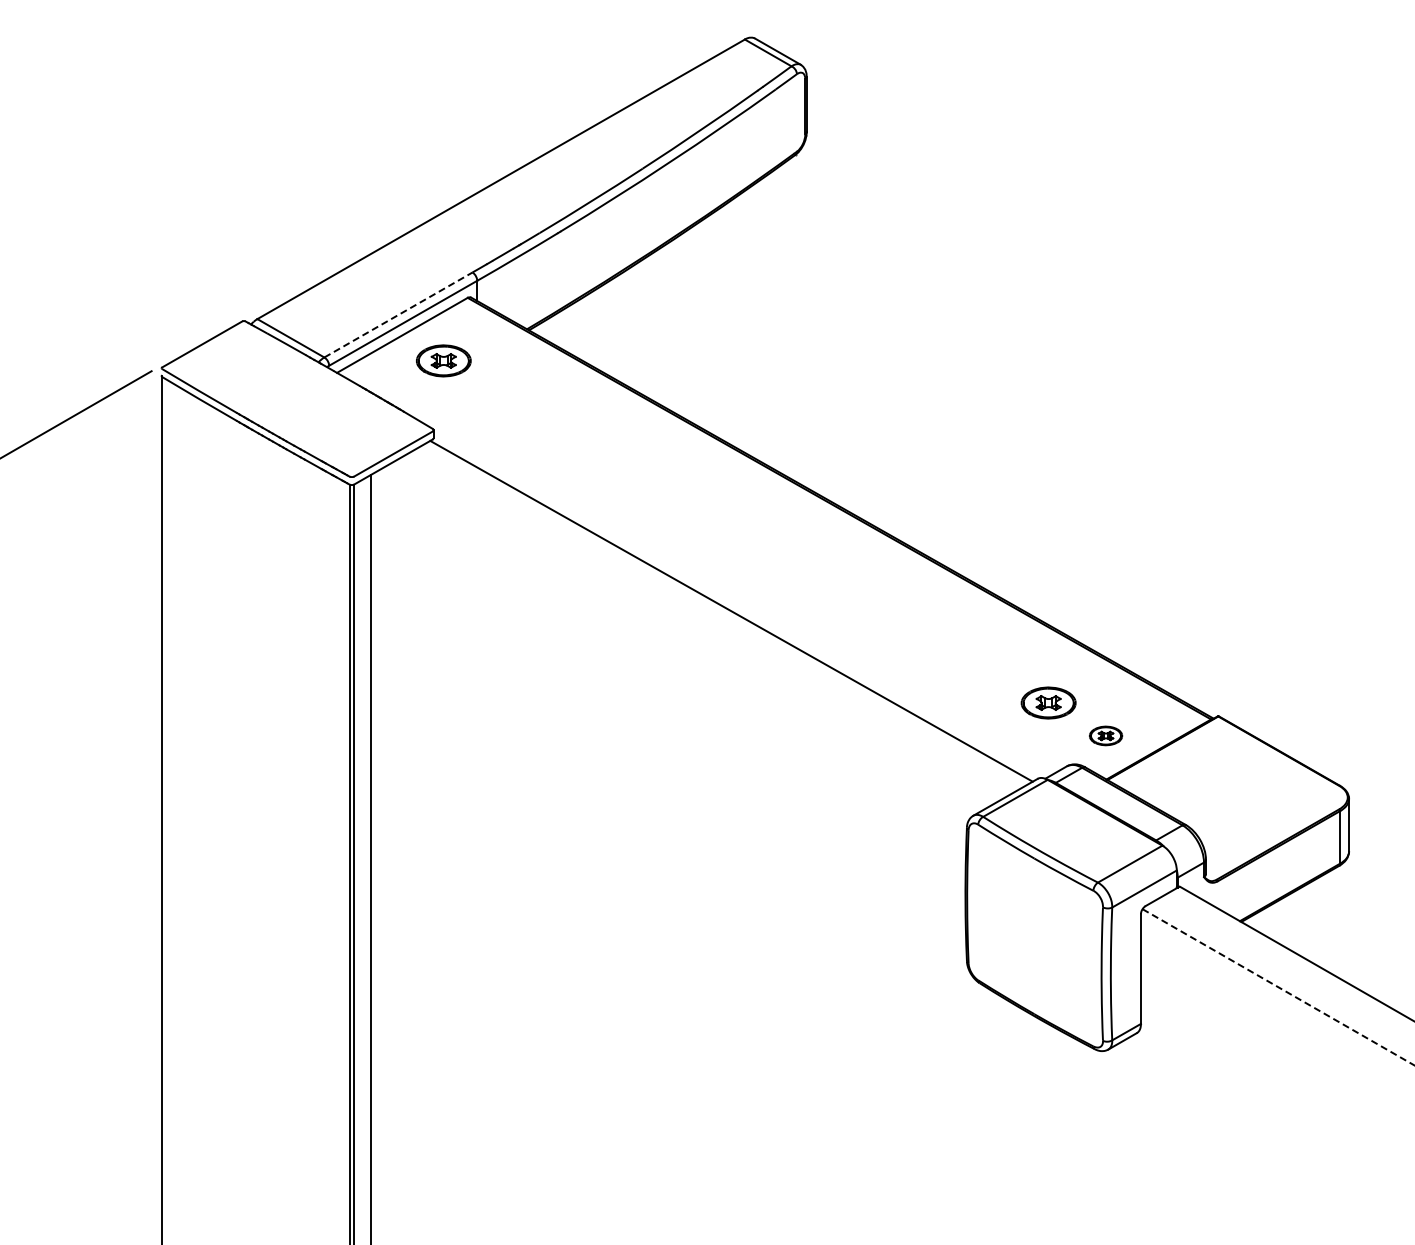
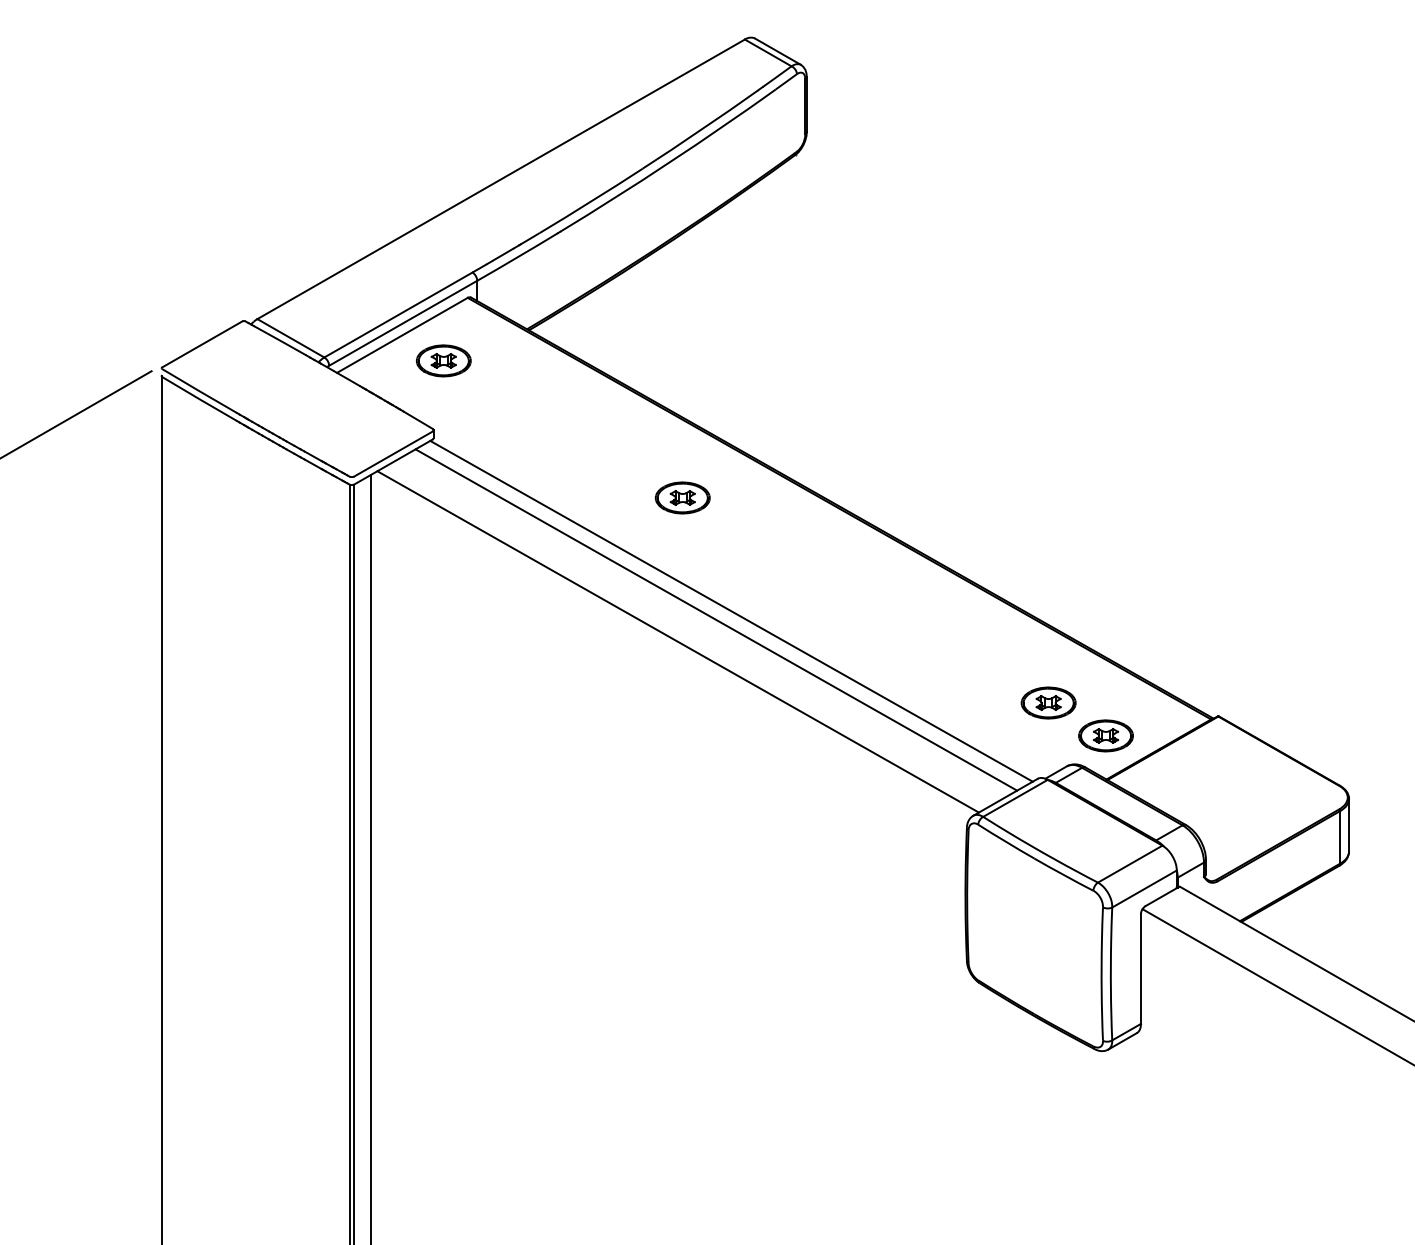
line at (398, 314): dashed -> solid
part at (682, 497): none -> present
line at (716, 619): none -> present
line at (677, 641): none -> present
part at (1106, 735) size: 35x22 px -> 56x34 px
line at (1278, 987): dashed -> solid
